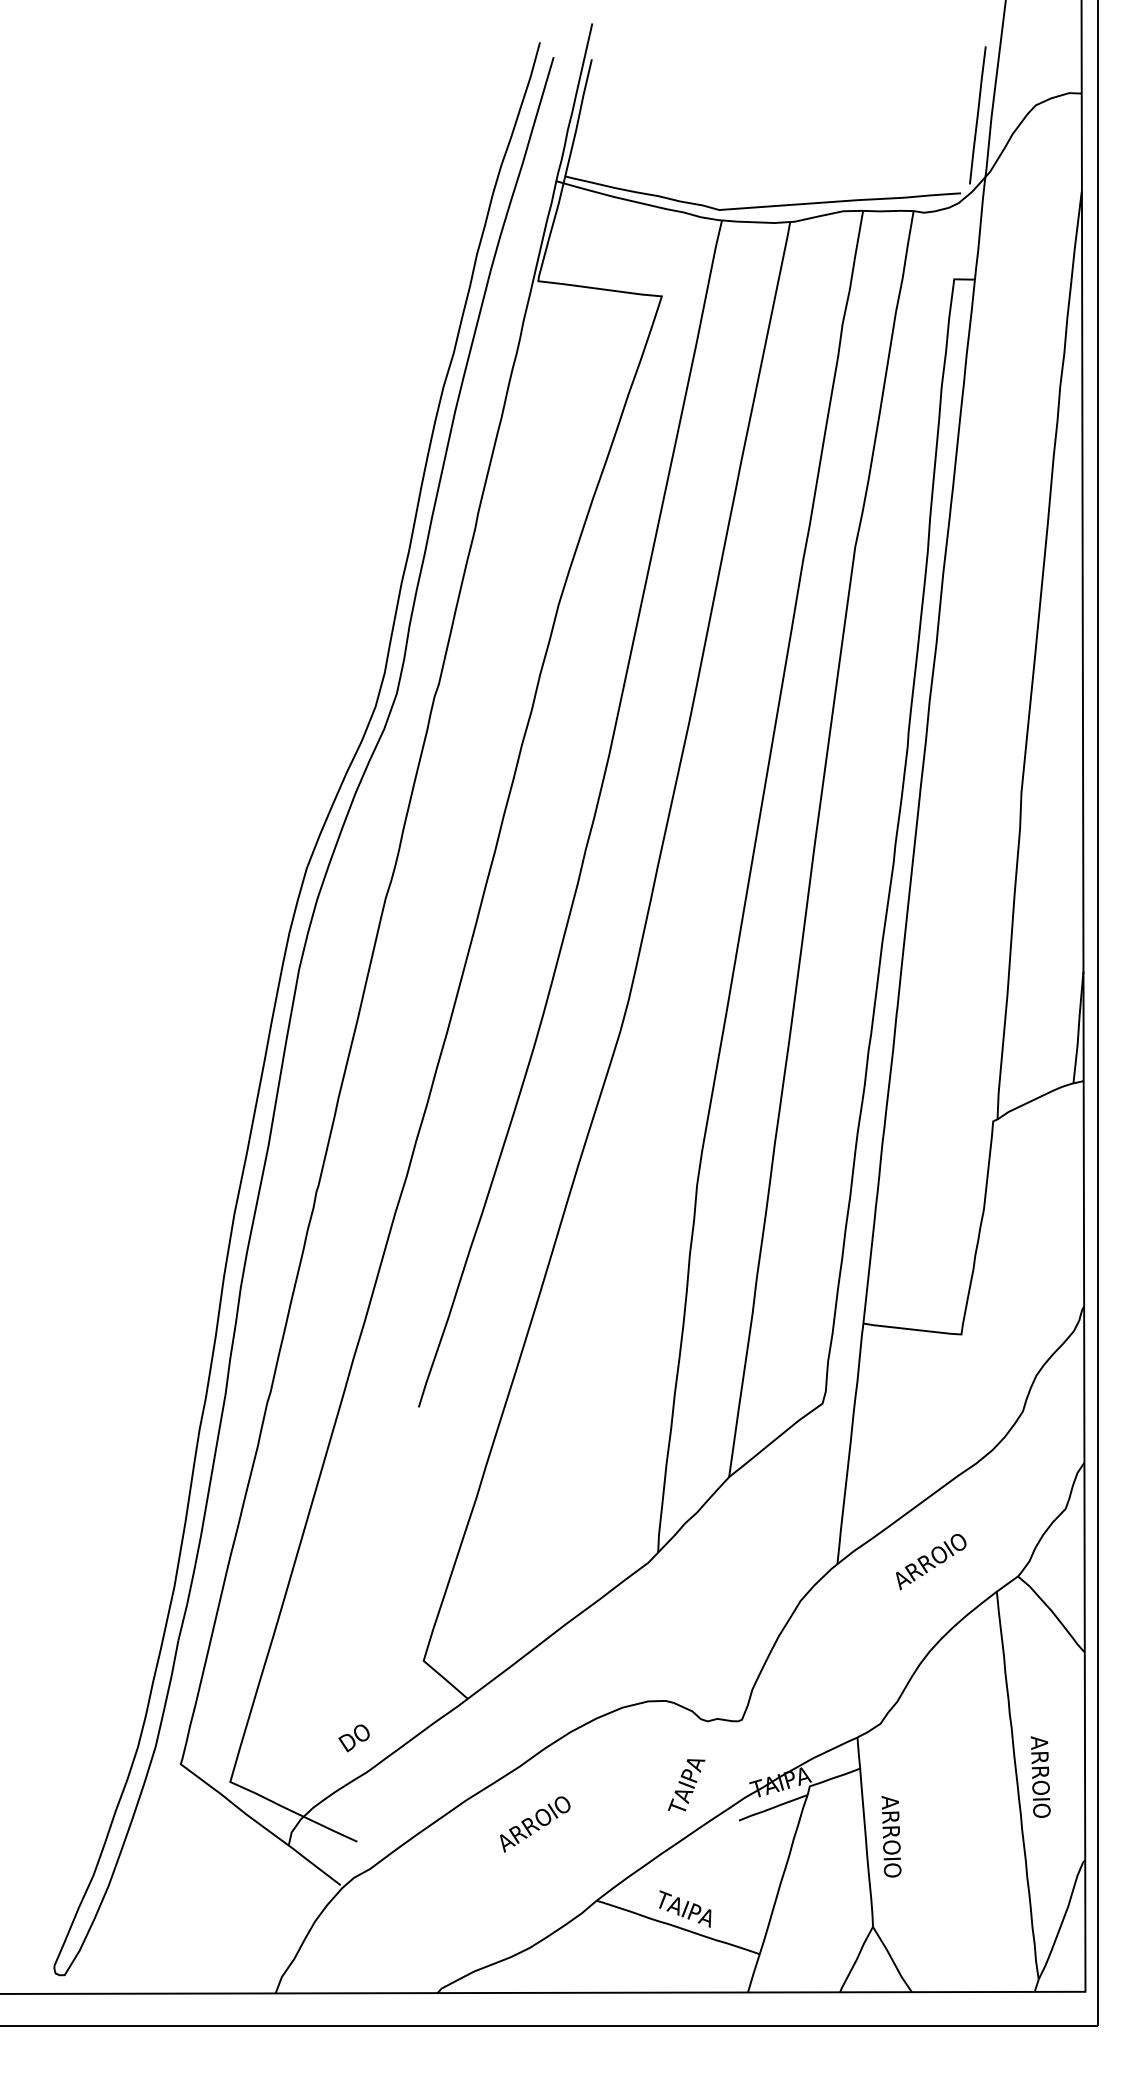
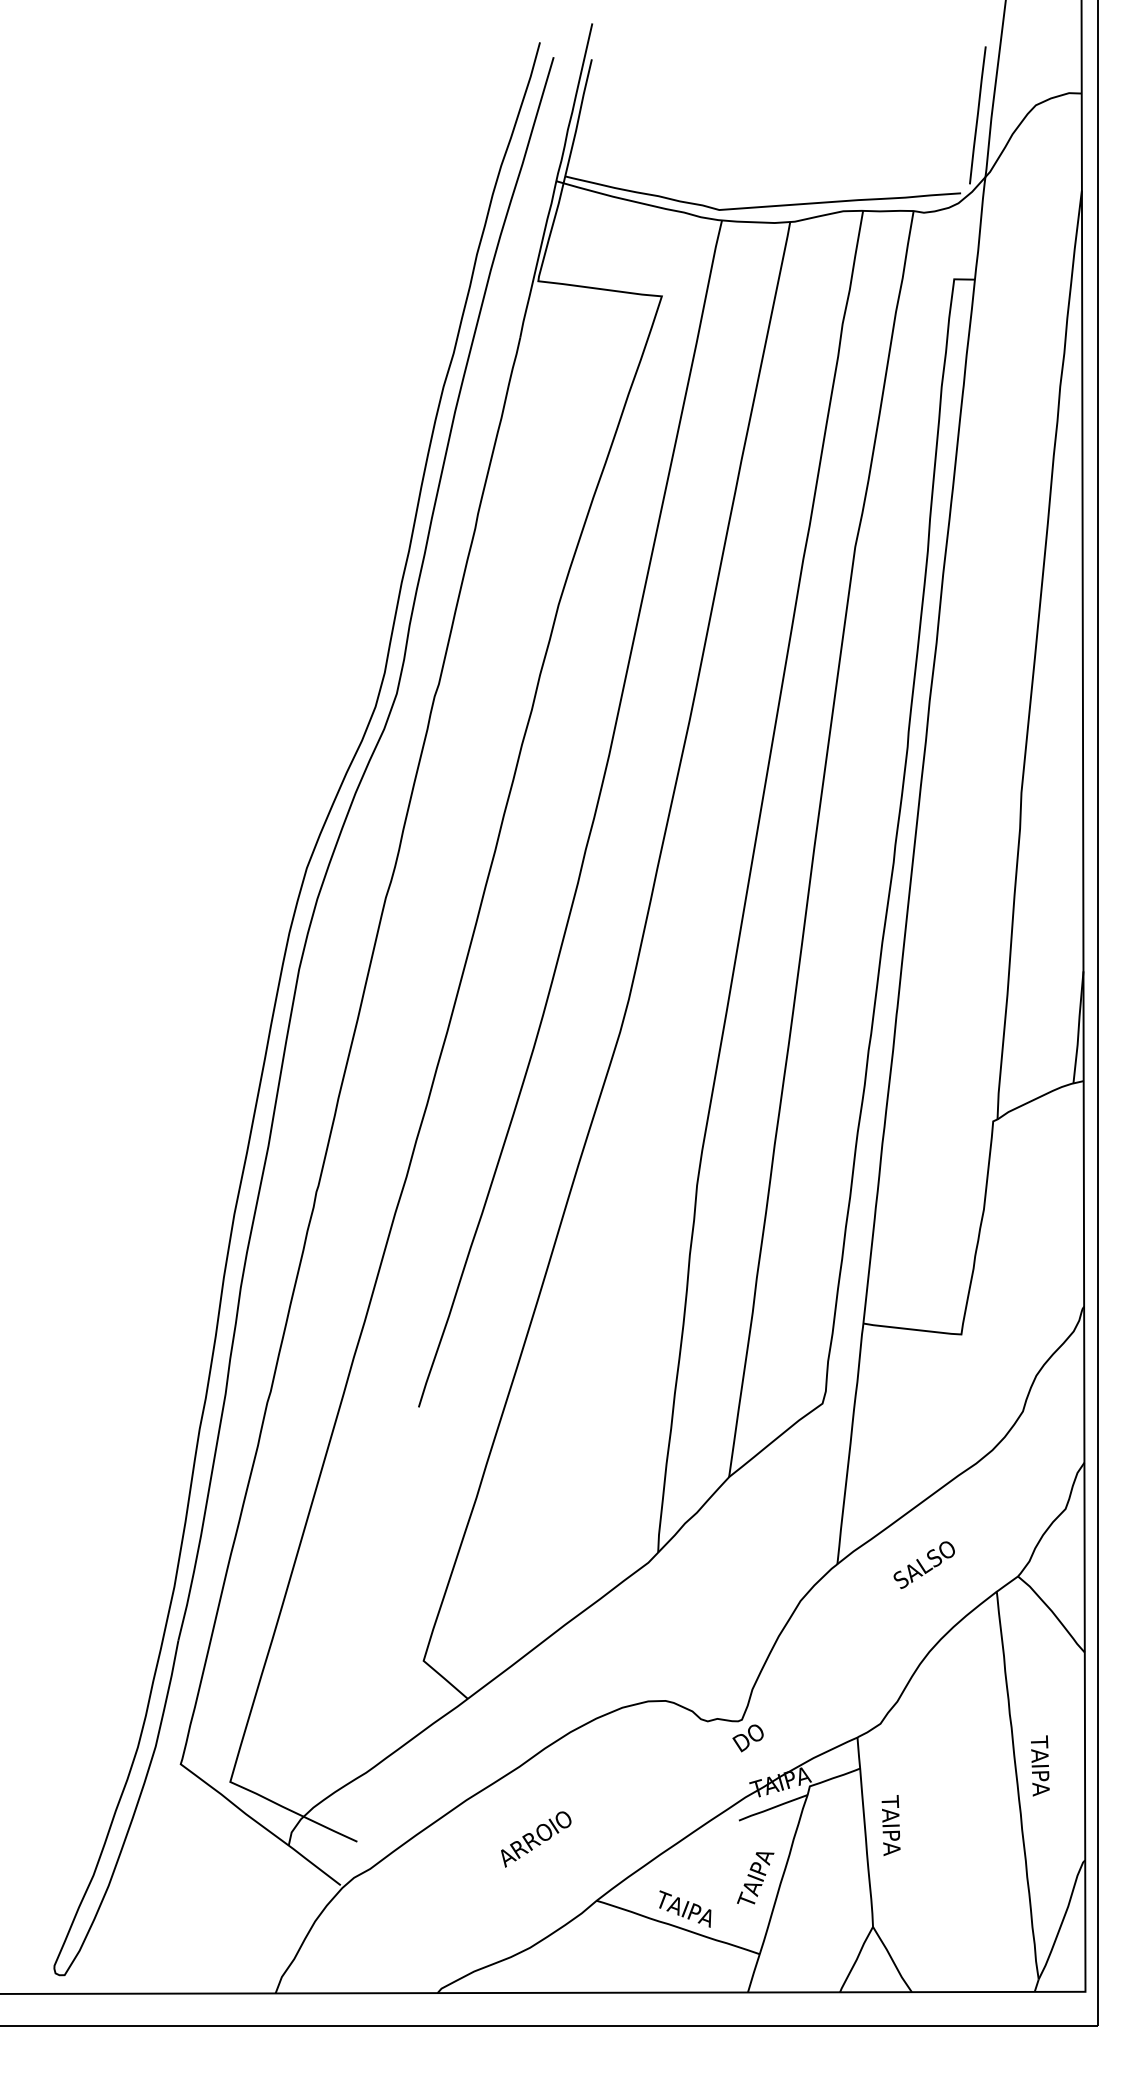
text at (929, 1562): ARROIO -> SALSO
text at (353, 1738) position: (353, 1738) -> (747, 1738)
text at (1040, 1776): ARROIO -> TAIPA
text at (686, 1785) position: (686, 1785) -> (755, 1878)
text at (535, 1824) position: (535, 1824) -> (536, 1839)
text at (891, 1836): ARROIO -> TAIPA
